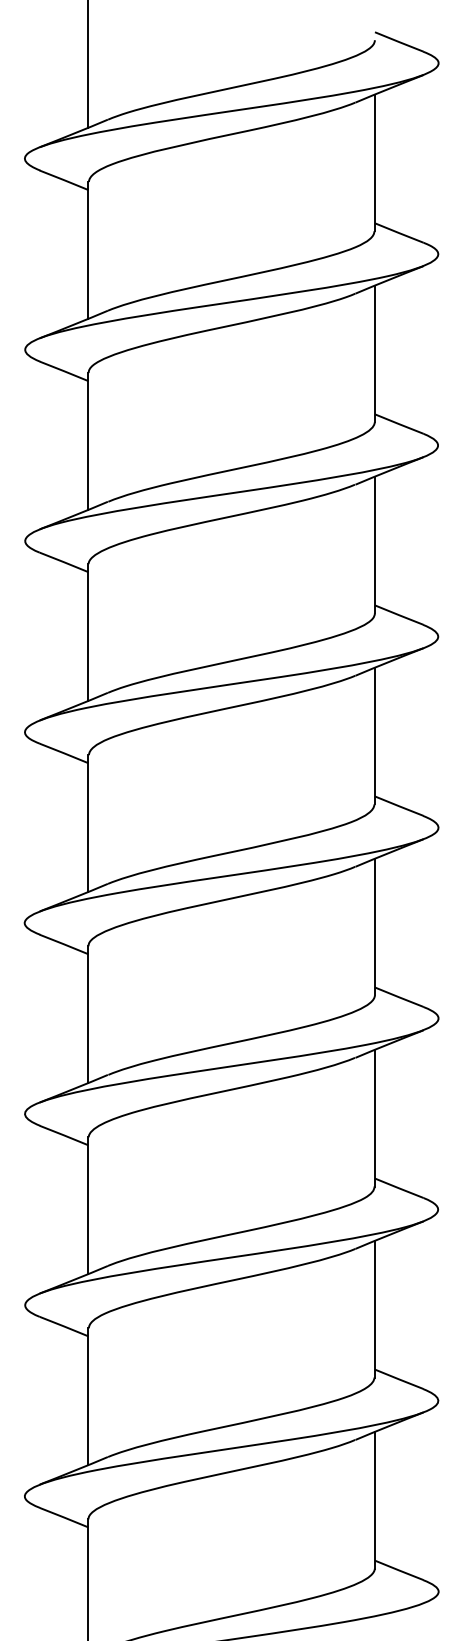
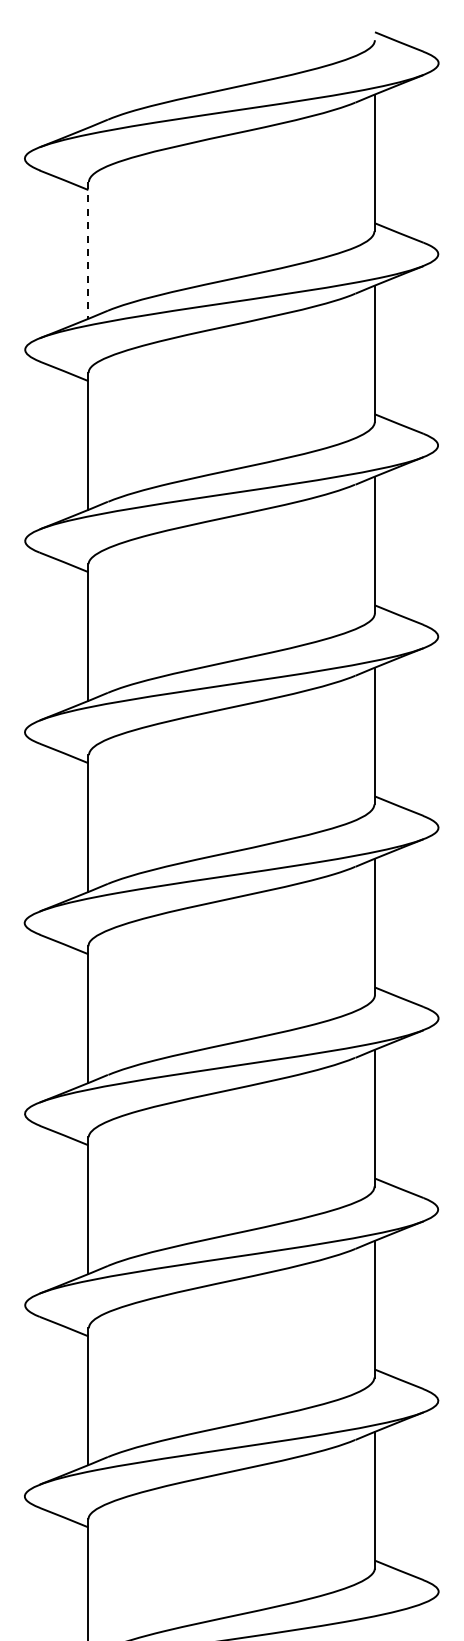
line at (88, 64): present -> none
line at (88, 250): solid -> dashed
